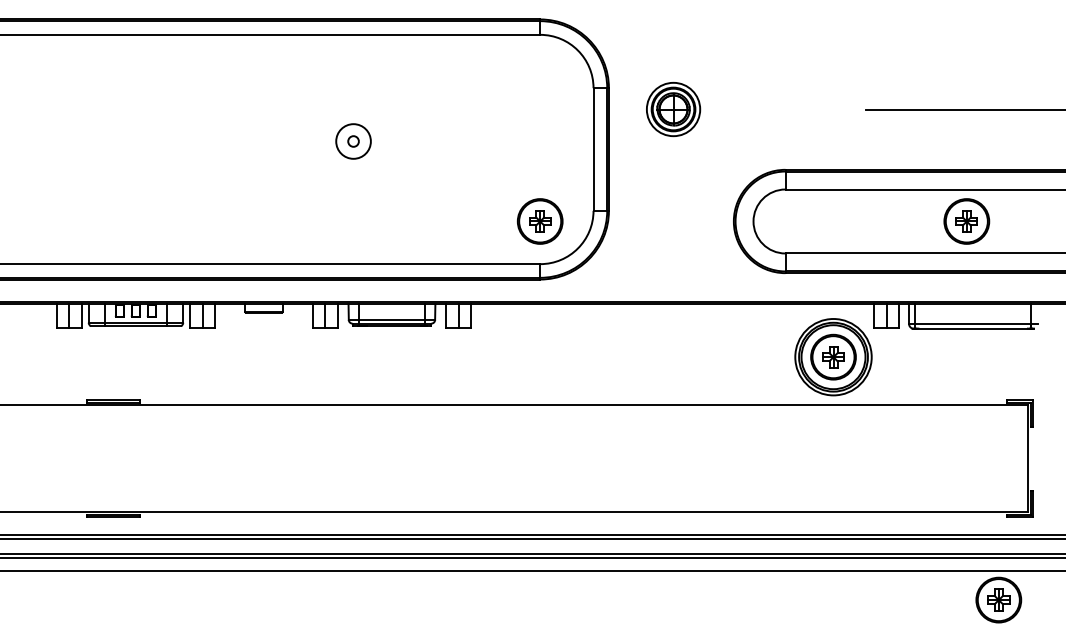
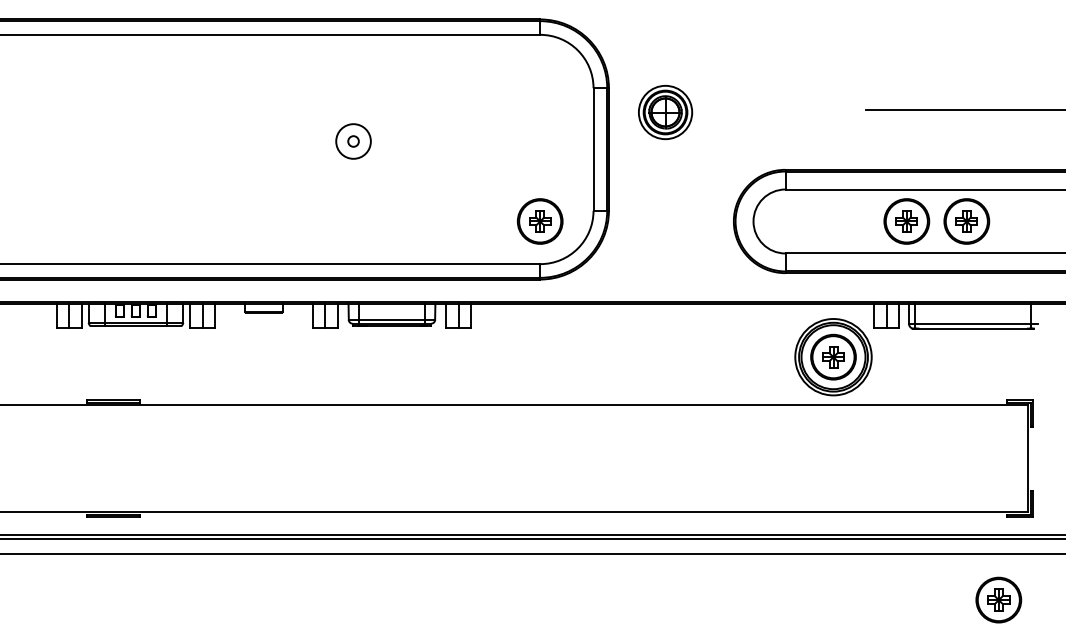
part at (673, 109) position: (673, 109) -> (665, 112)
part at (906, 221): none -> present
line at (532, 558): present -> none
line at (532, 570): present -> none
